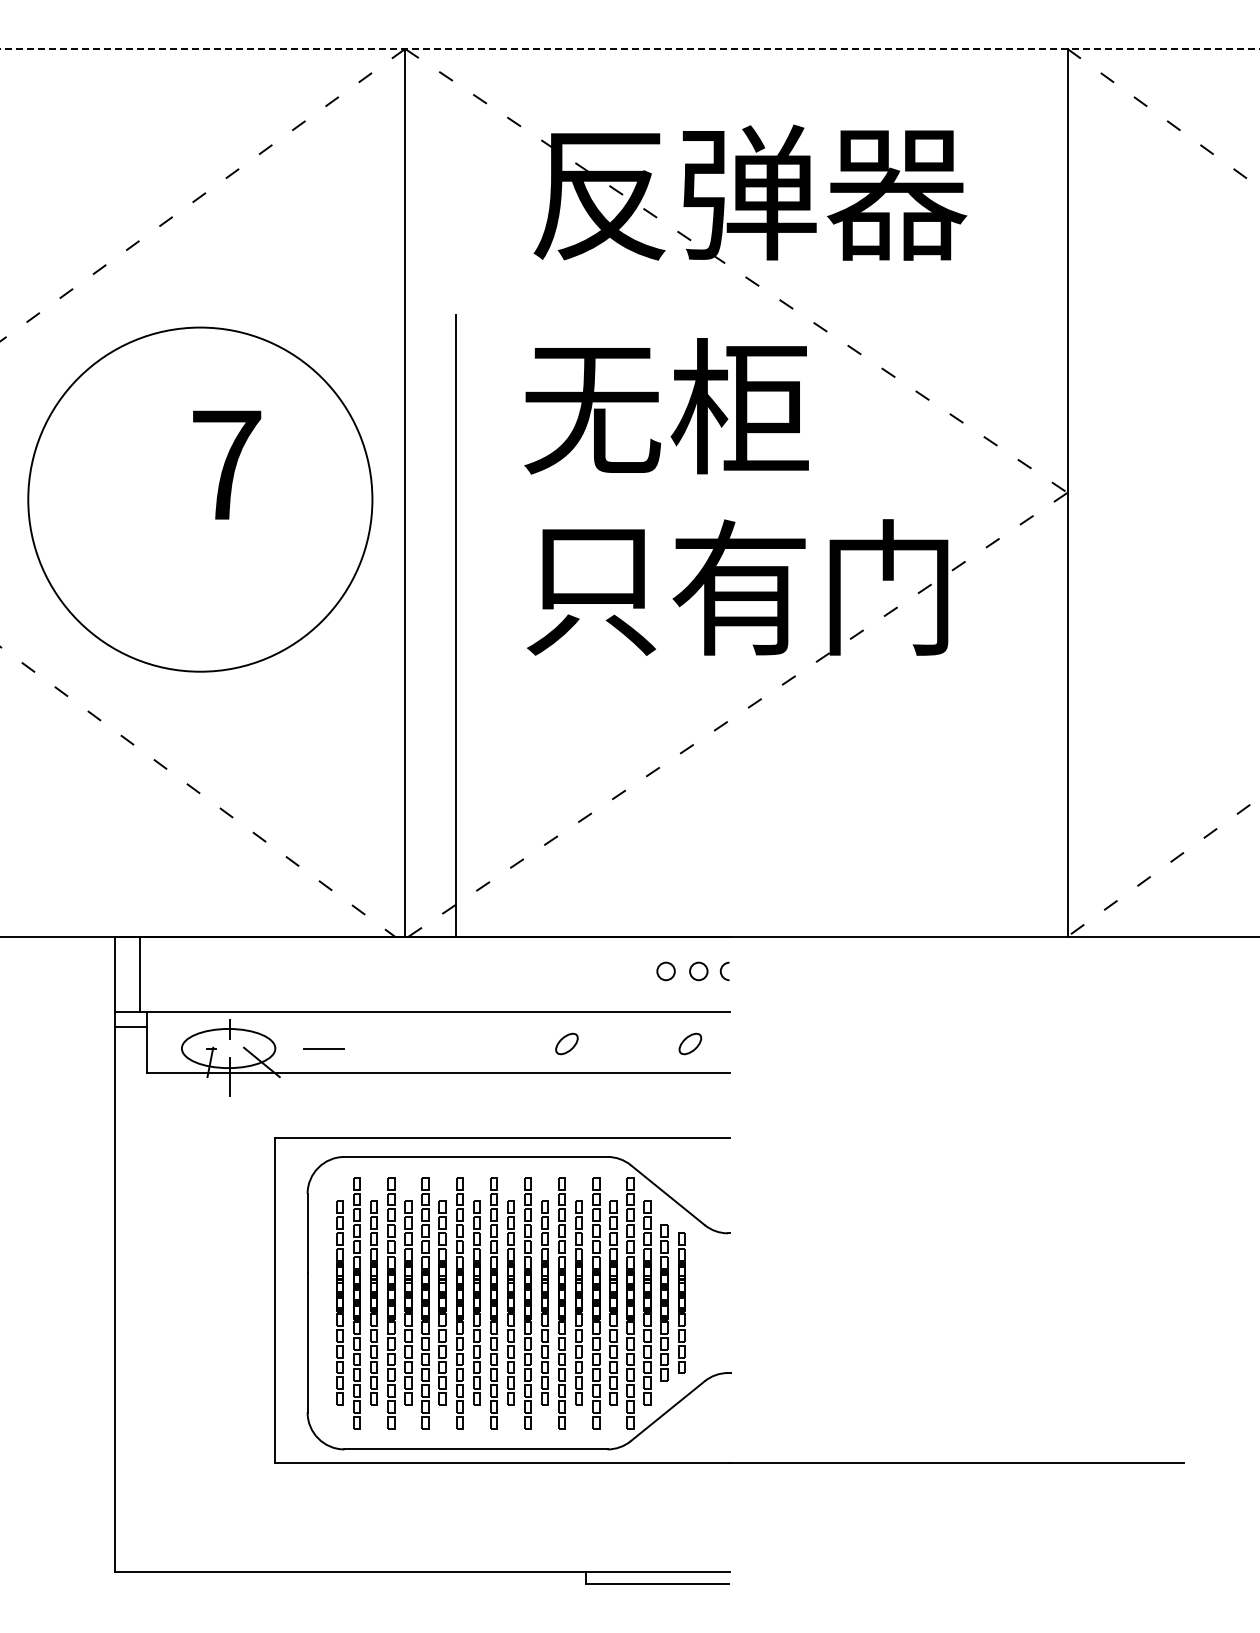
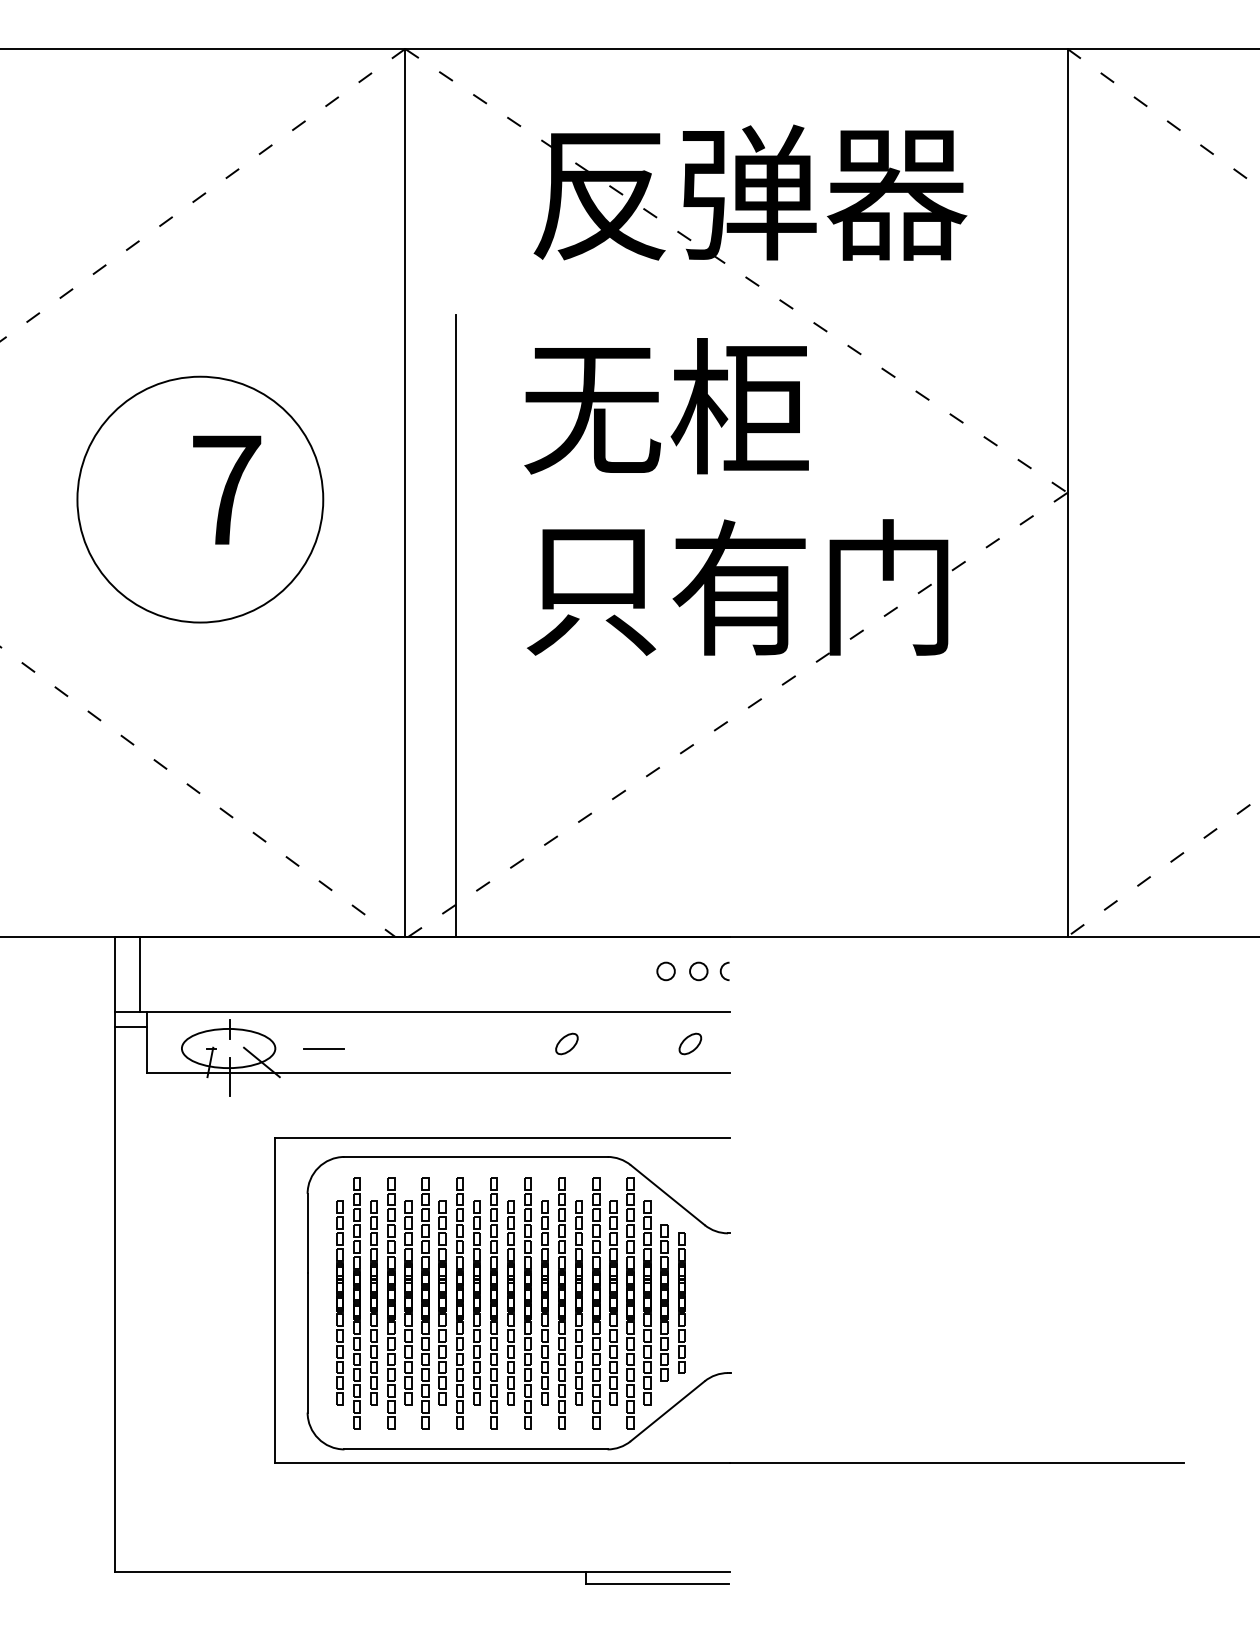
line at (629, 48): dashed -> solid
text at (227, 464) position: (227, 464) -> (227, 489)
circle at (200, 499) diameter: 344 px -> 246 px
